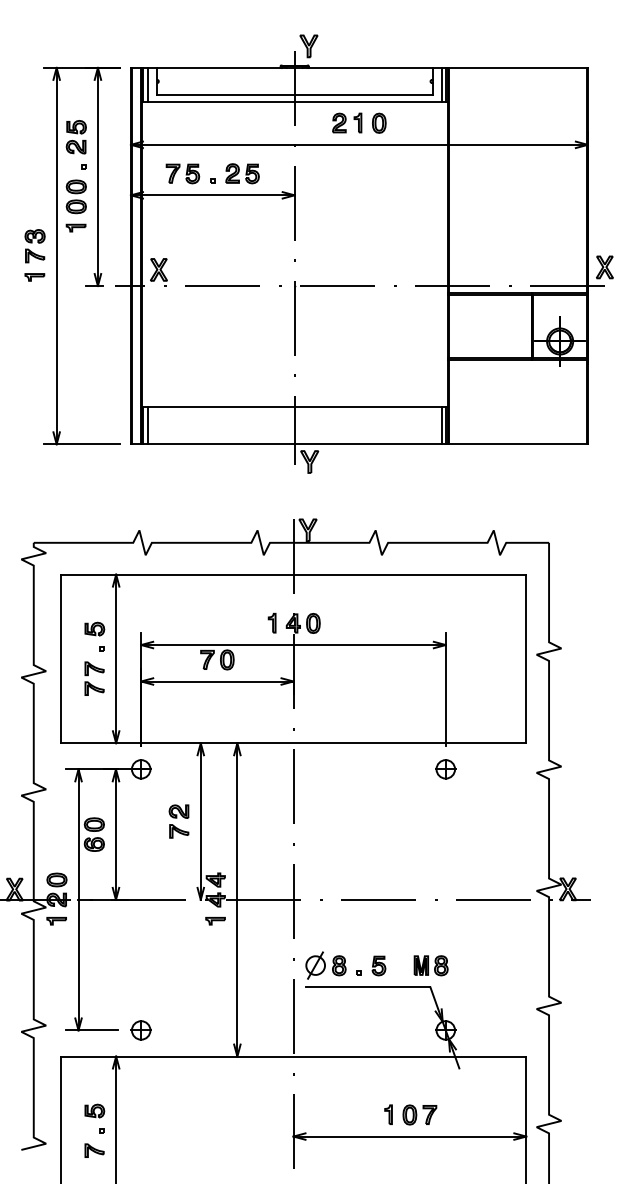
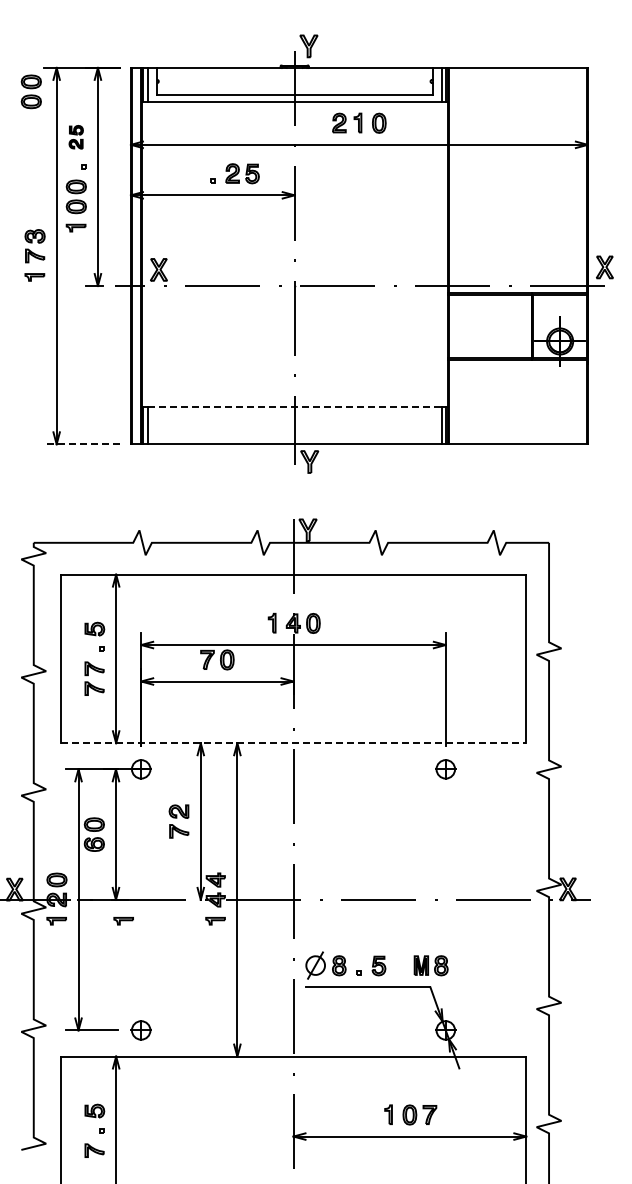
part at (30, 91): none -> present
part at (75, 137) size: 22x35 px -> 16x25 px
part at (182, 173): present -> none
line at (294, 407): solid -> dashed
line at (81, 444): solid -> dashed
line at (293, 743): solid -> dashed
part at (123, 921): none -> present
